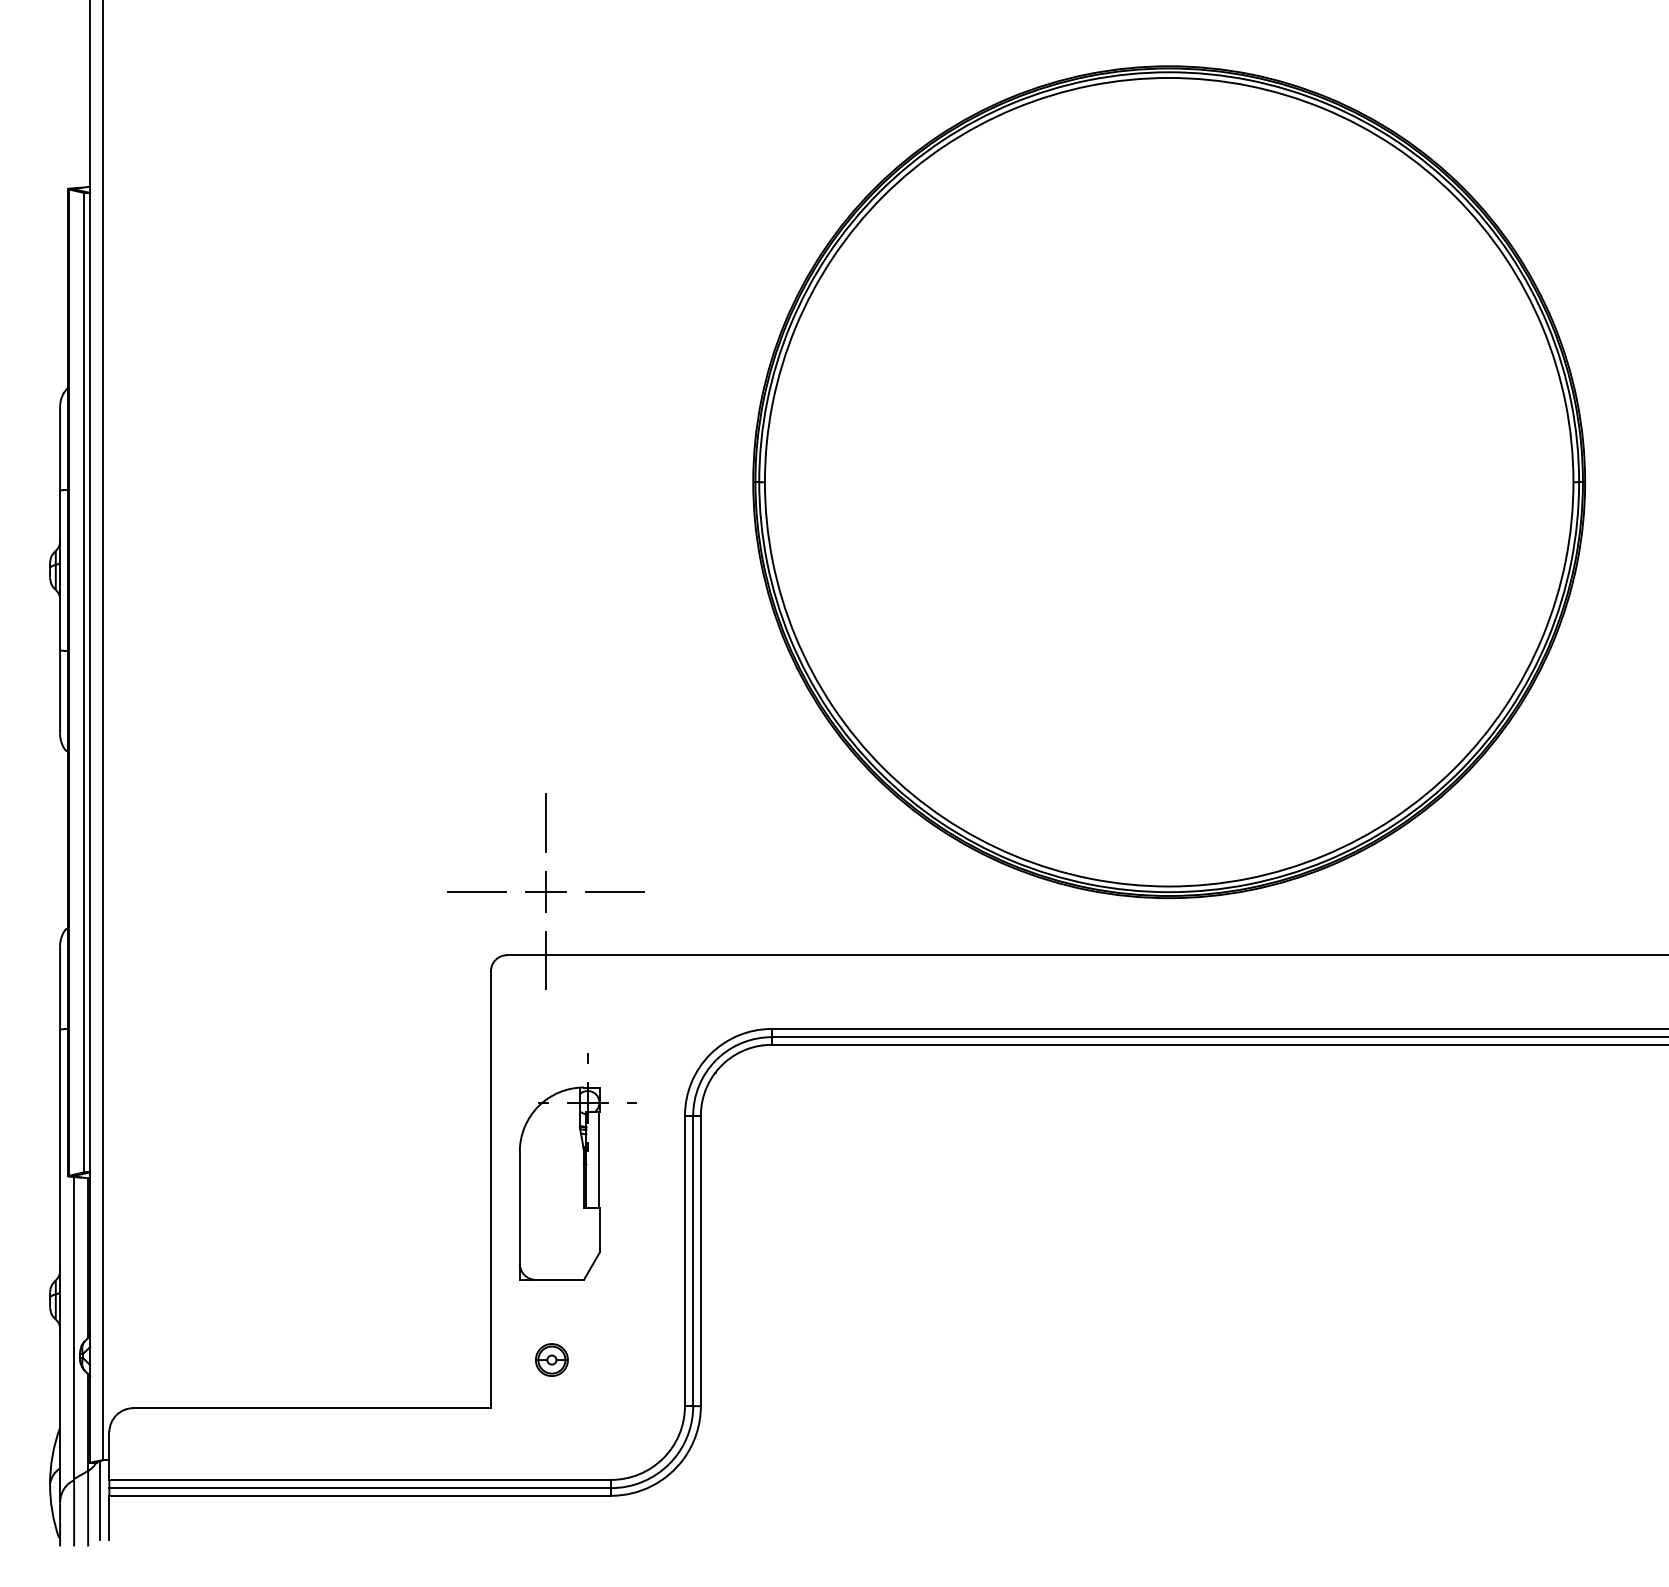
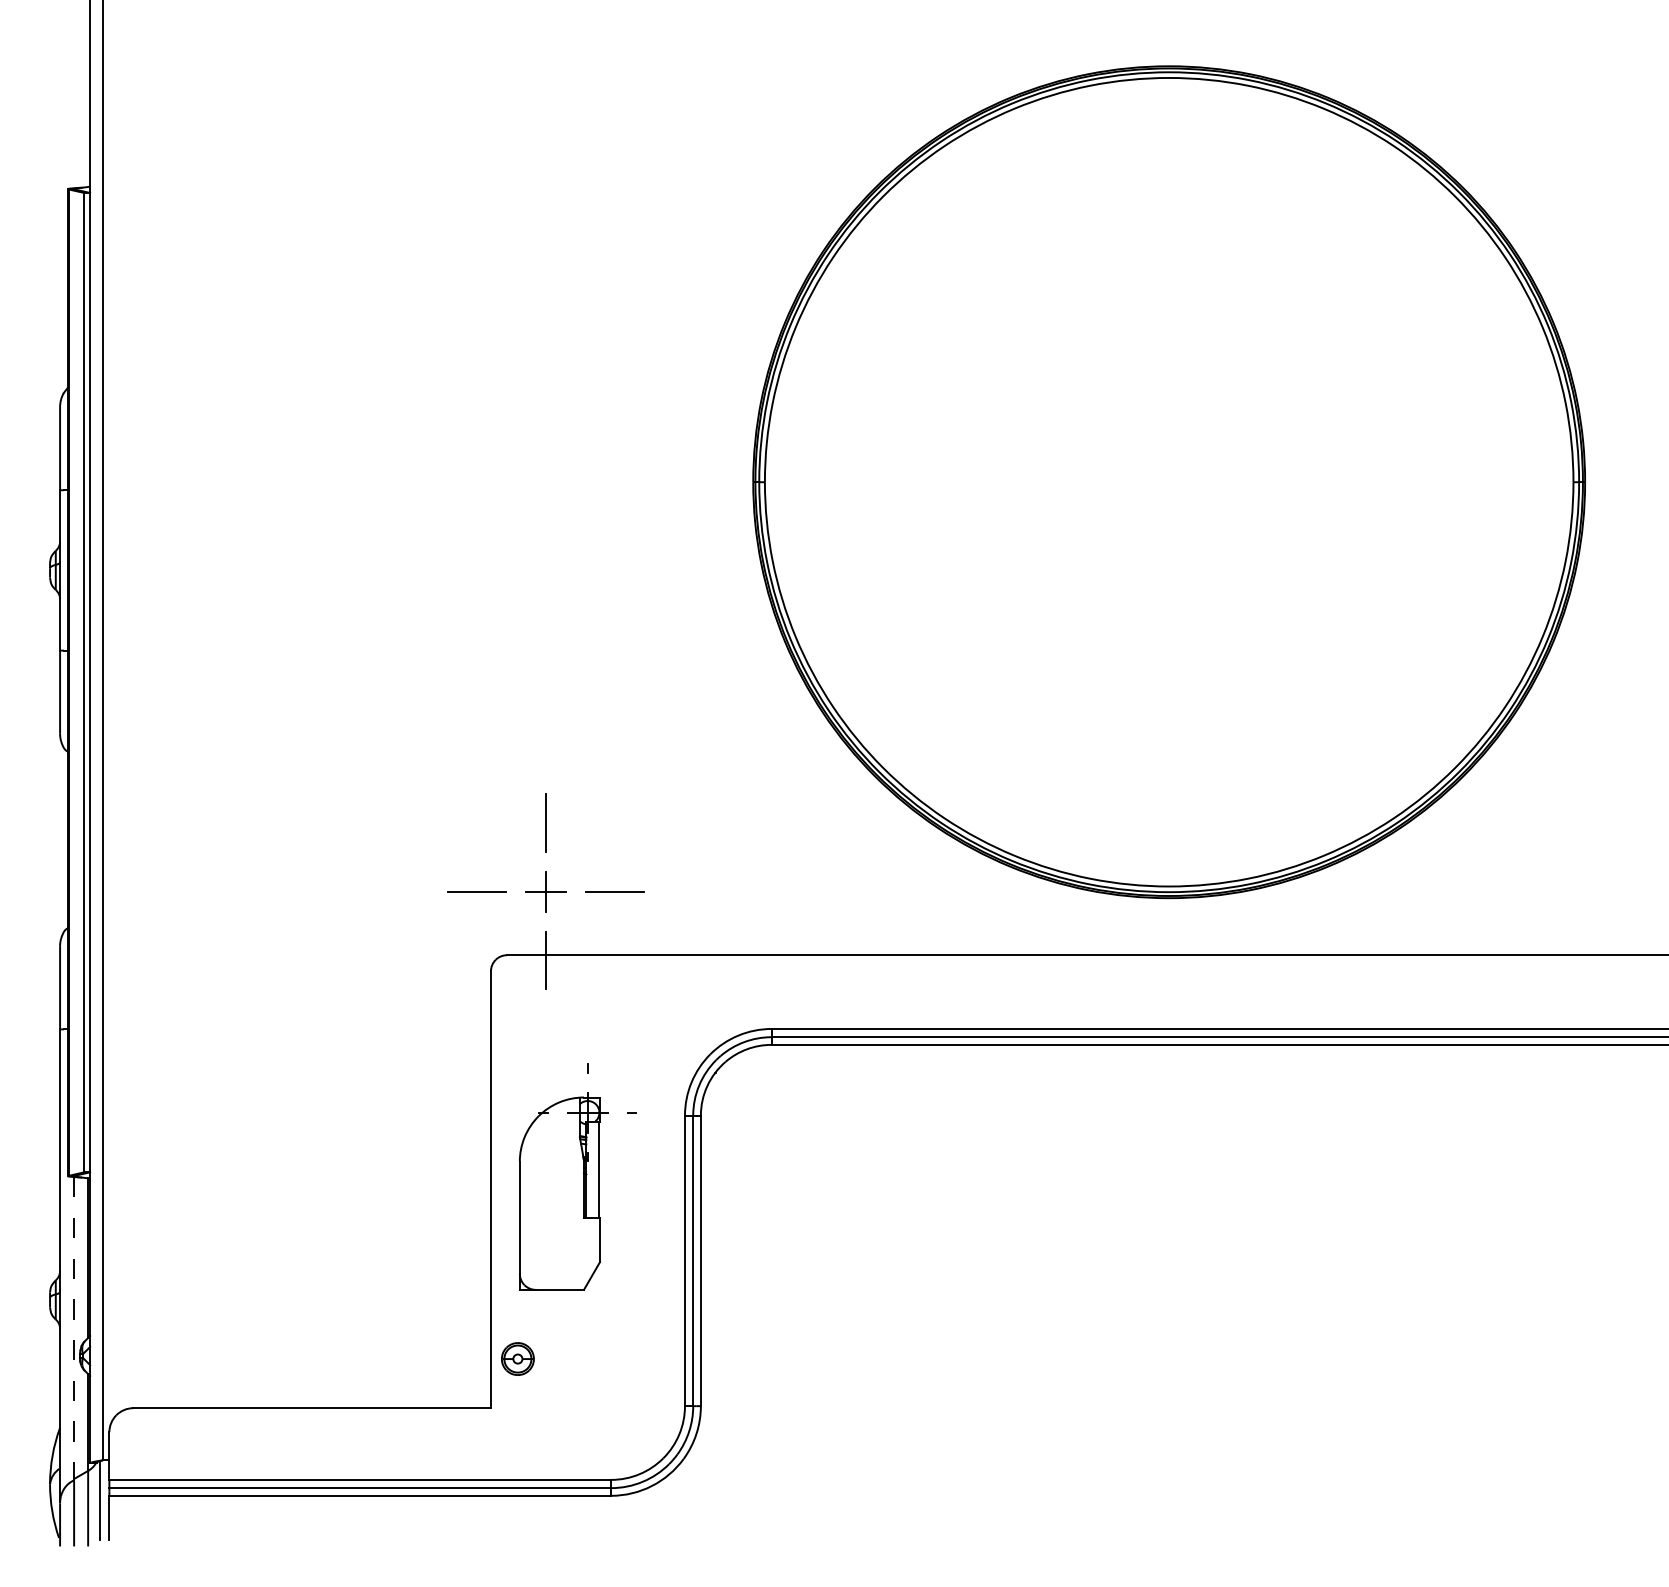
part at (577, 1166) position: (577, 1166) -> (577, 1176)
line at (74, 1328): solid -> dashed
part at (551, 1359) position: (551, 1359) -> (517, 1358)
